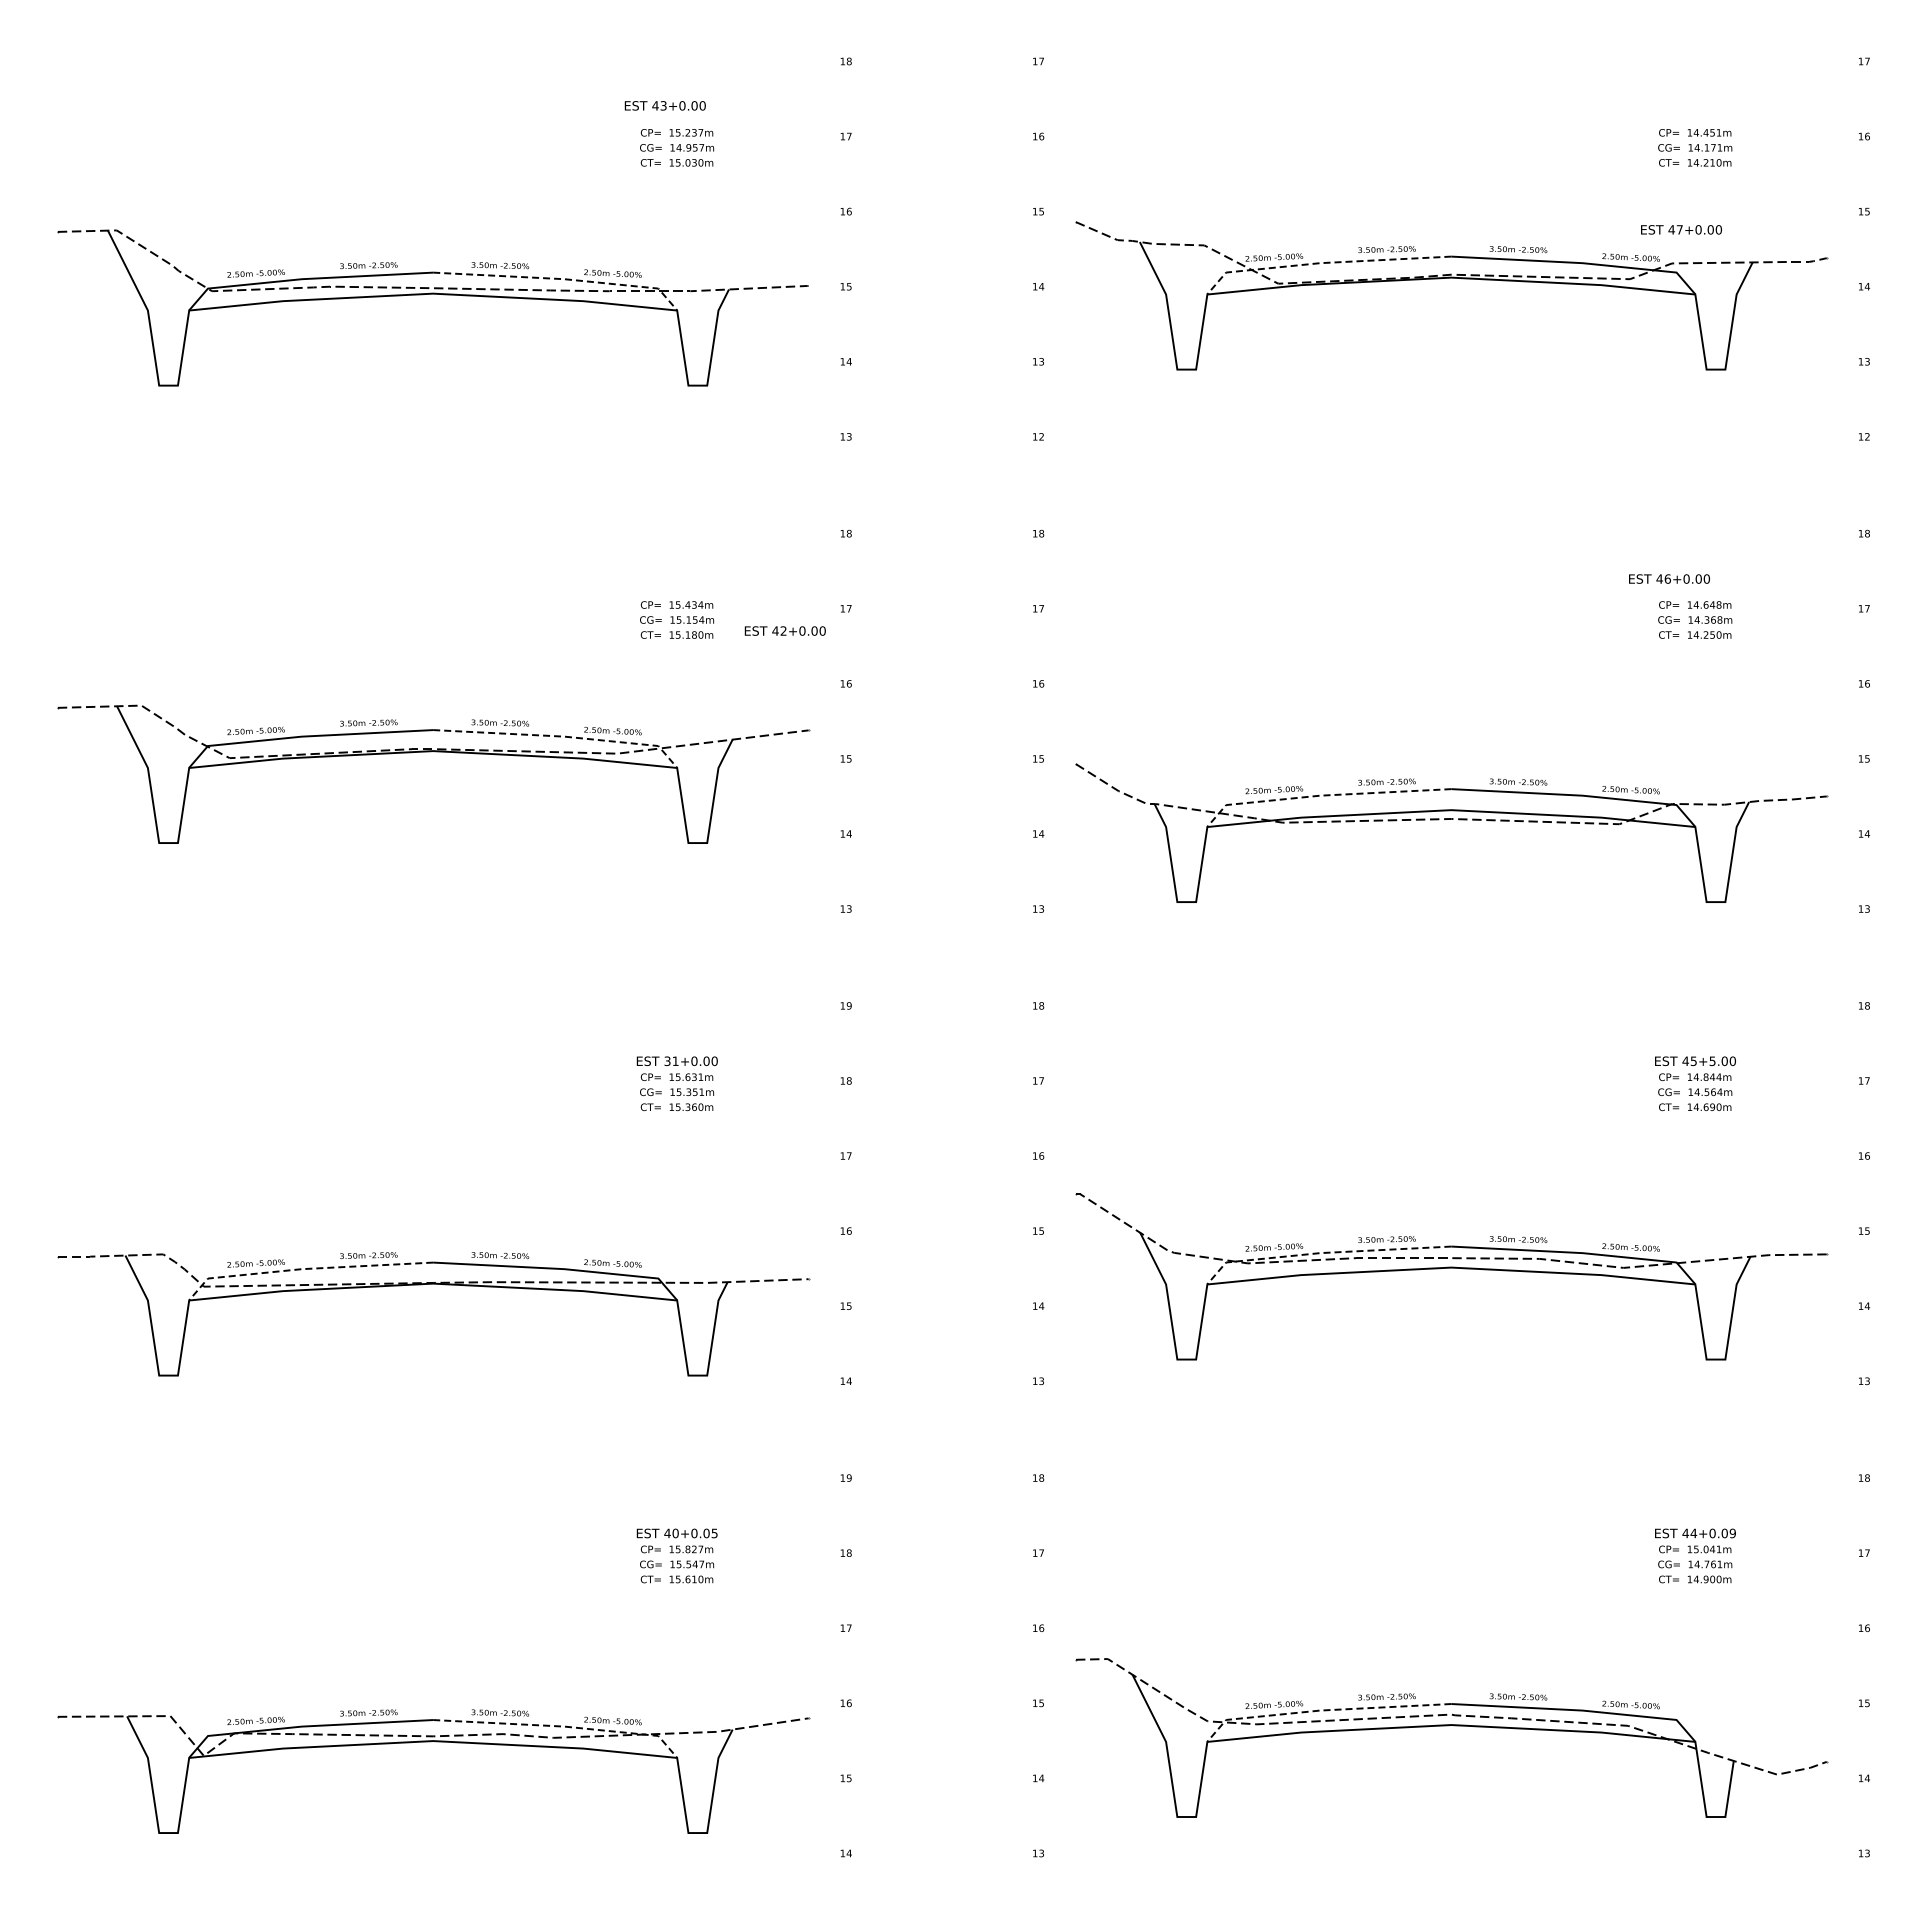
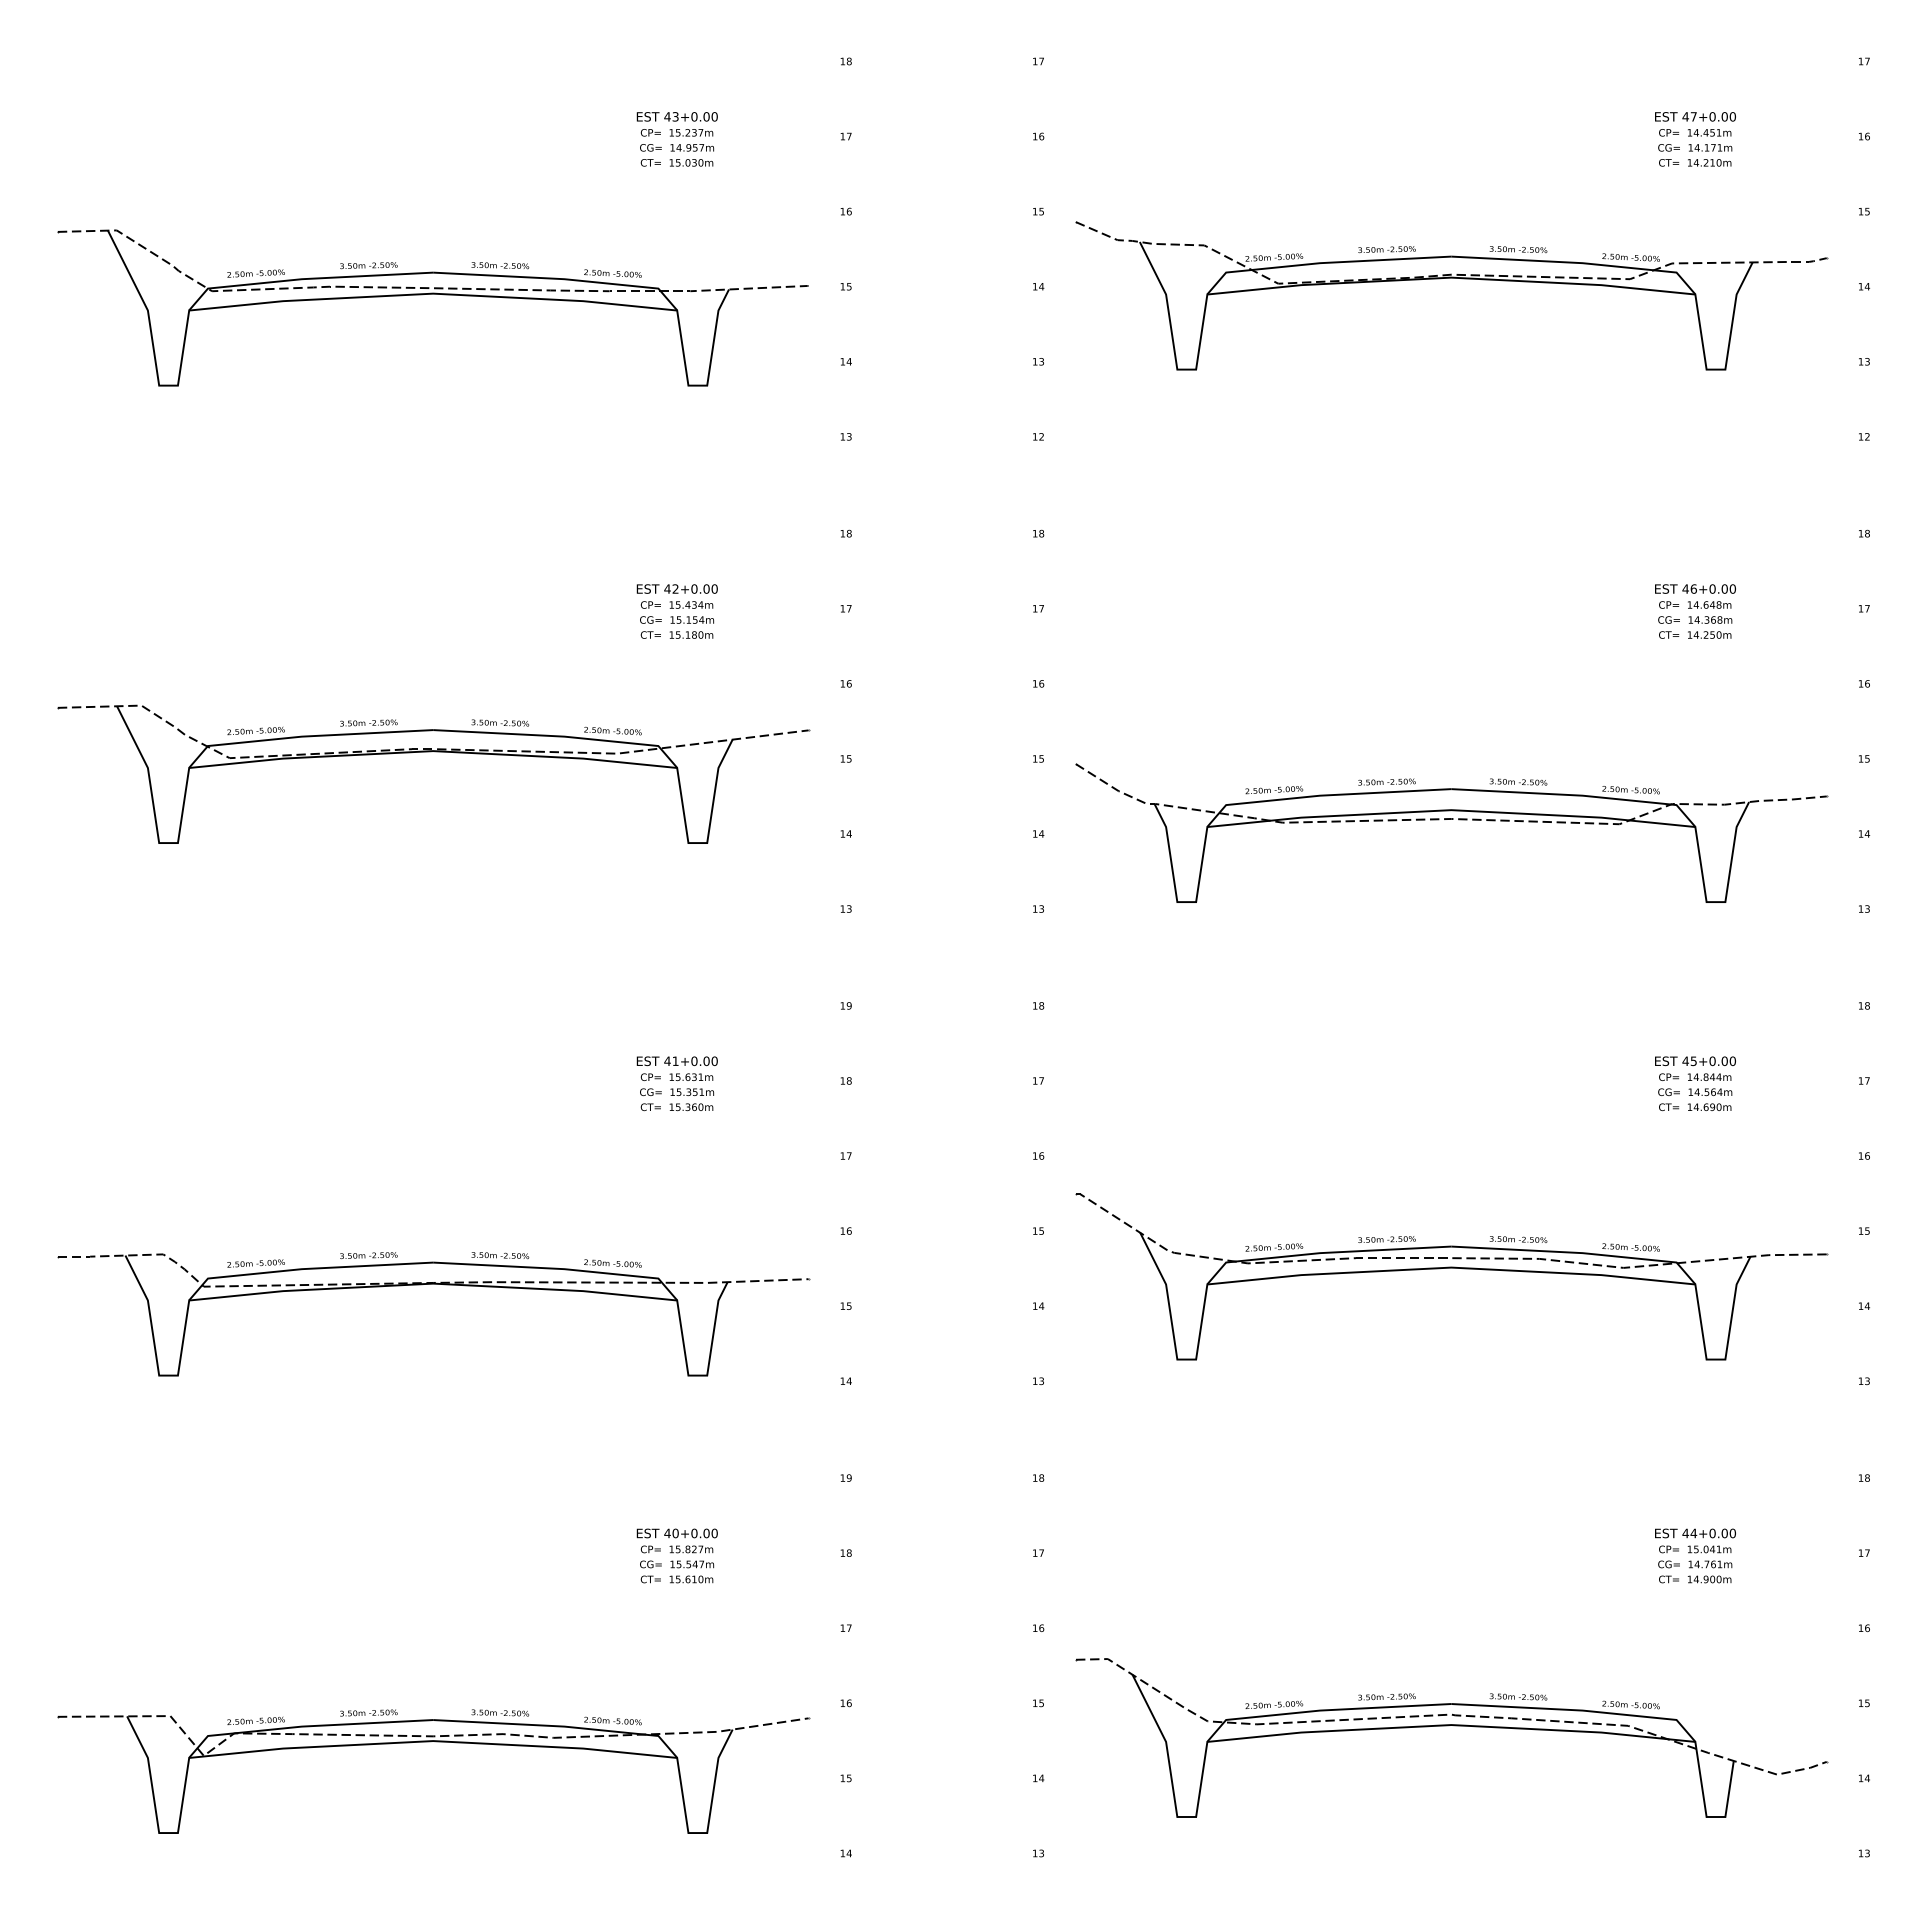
text at (664, 105) position: (664, 105) -> (676, 116)
text at (1681, 229) position: (1681, 229) -> (1695, 116)
line at (1322, 263): dashed -> solid
line at (561, 279): dashed -> solid
text at (1669, 578) position: (1669, 578) -> (1695, 588)
text at (784, 630) position: (784, 630) -> (676, 588)
line at (561, 736): dashed -> solid
line at (1322, 795): dashed -> solid
text at (667, 1061): 31+0.00 -> 41+0.00
text at (1712, 1061): 45+5.00 -> 45+0.00
line at (1322, 1252): dashed -> solid
line at (304, 1269): dashed -> solid
text at (714, 1533): 40+0.05 -> 40+0.00
text at (1732, 1533): 44+0.09 -> 44+0.00
line at (1322, 1710): dashed -> solid
line at (561, 1726): dashed -> solid
